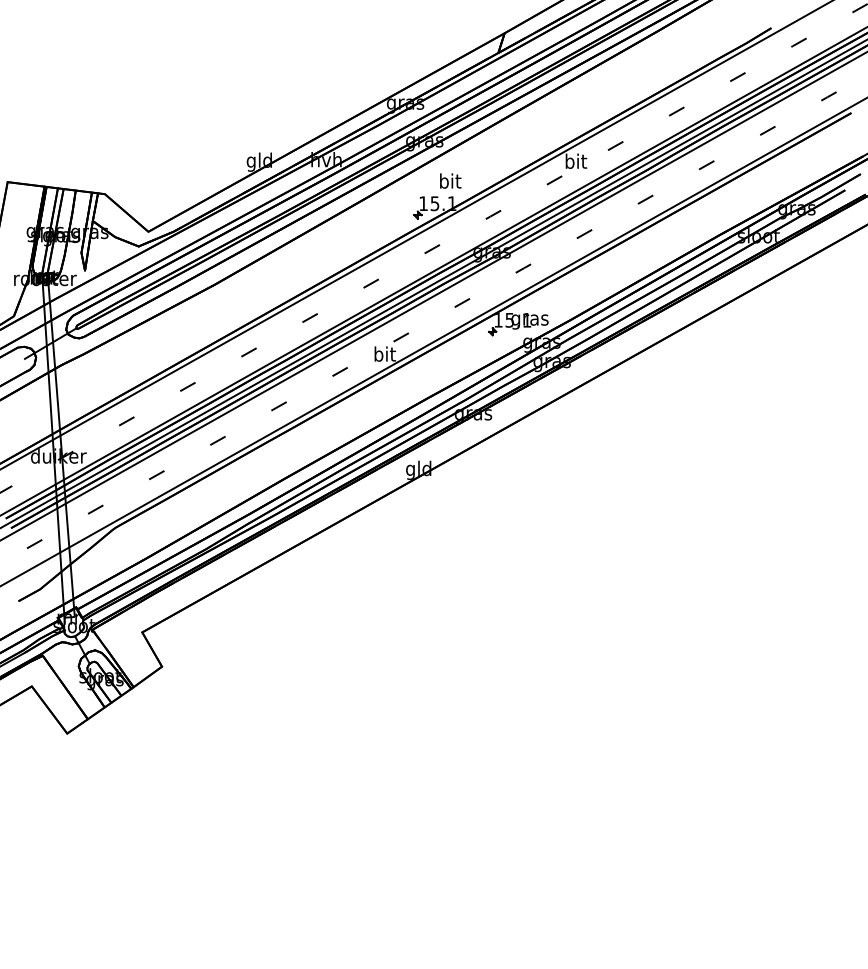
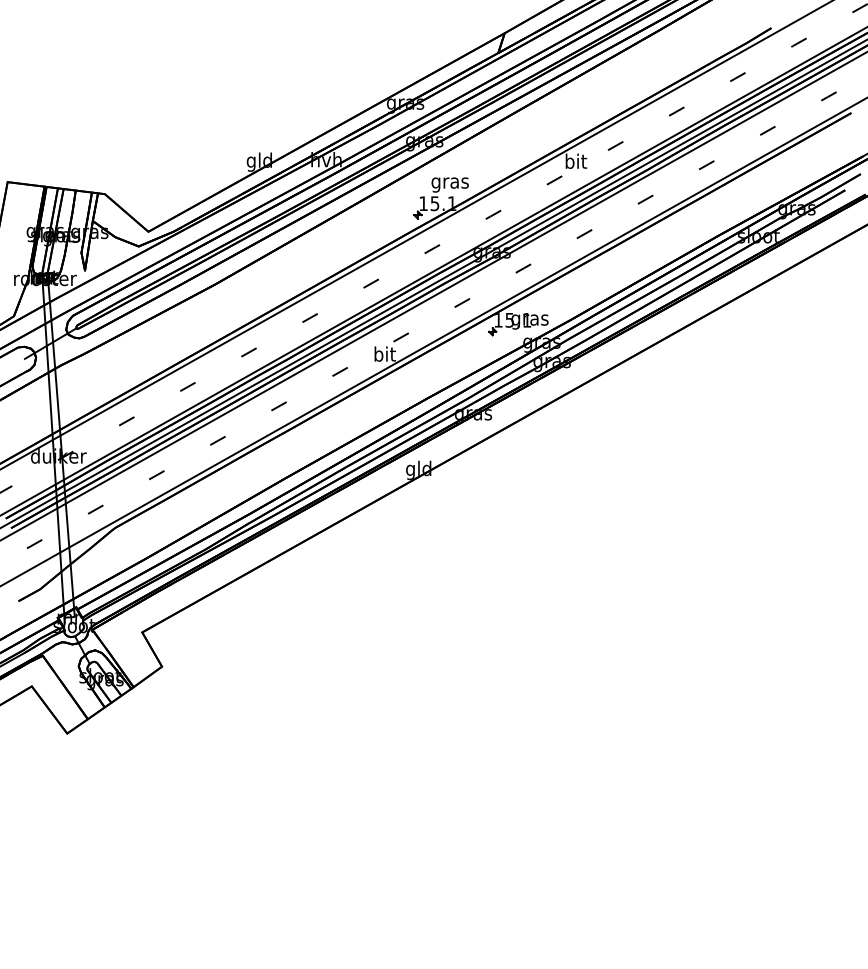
text at (449, 182): bit -> gras
